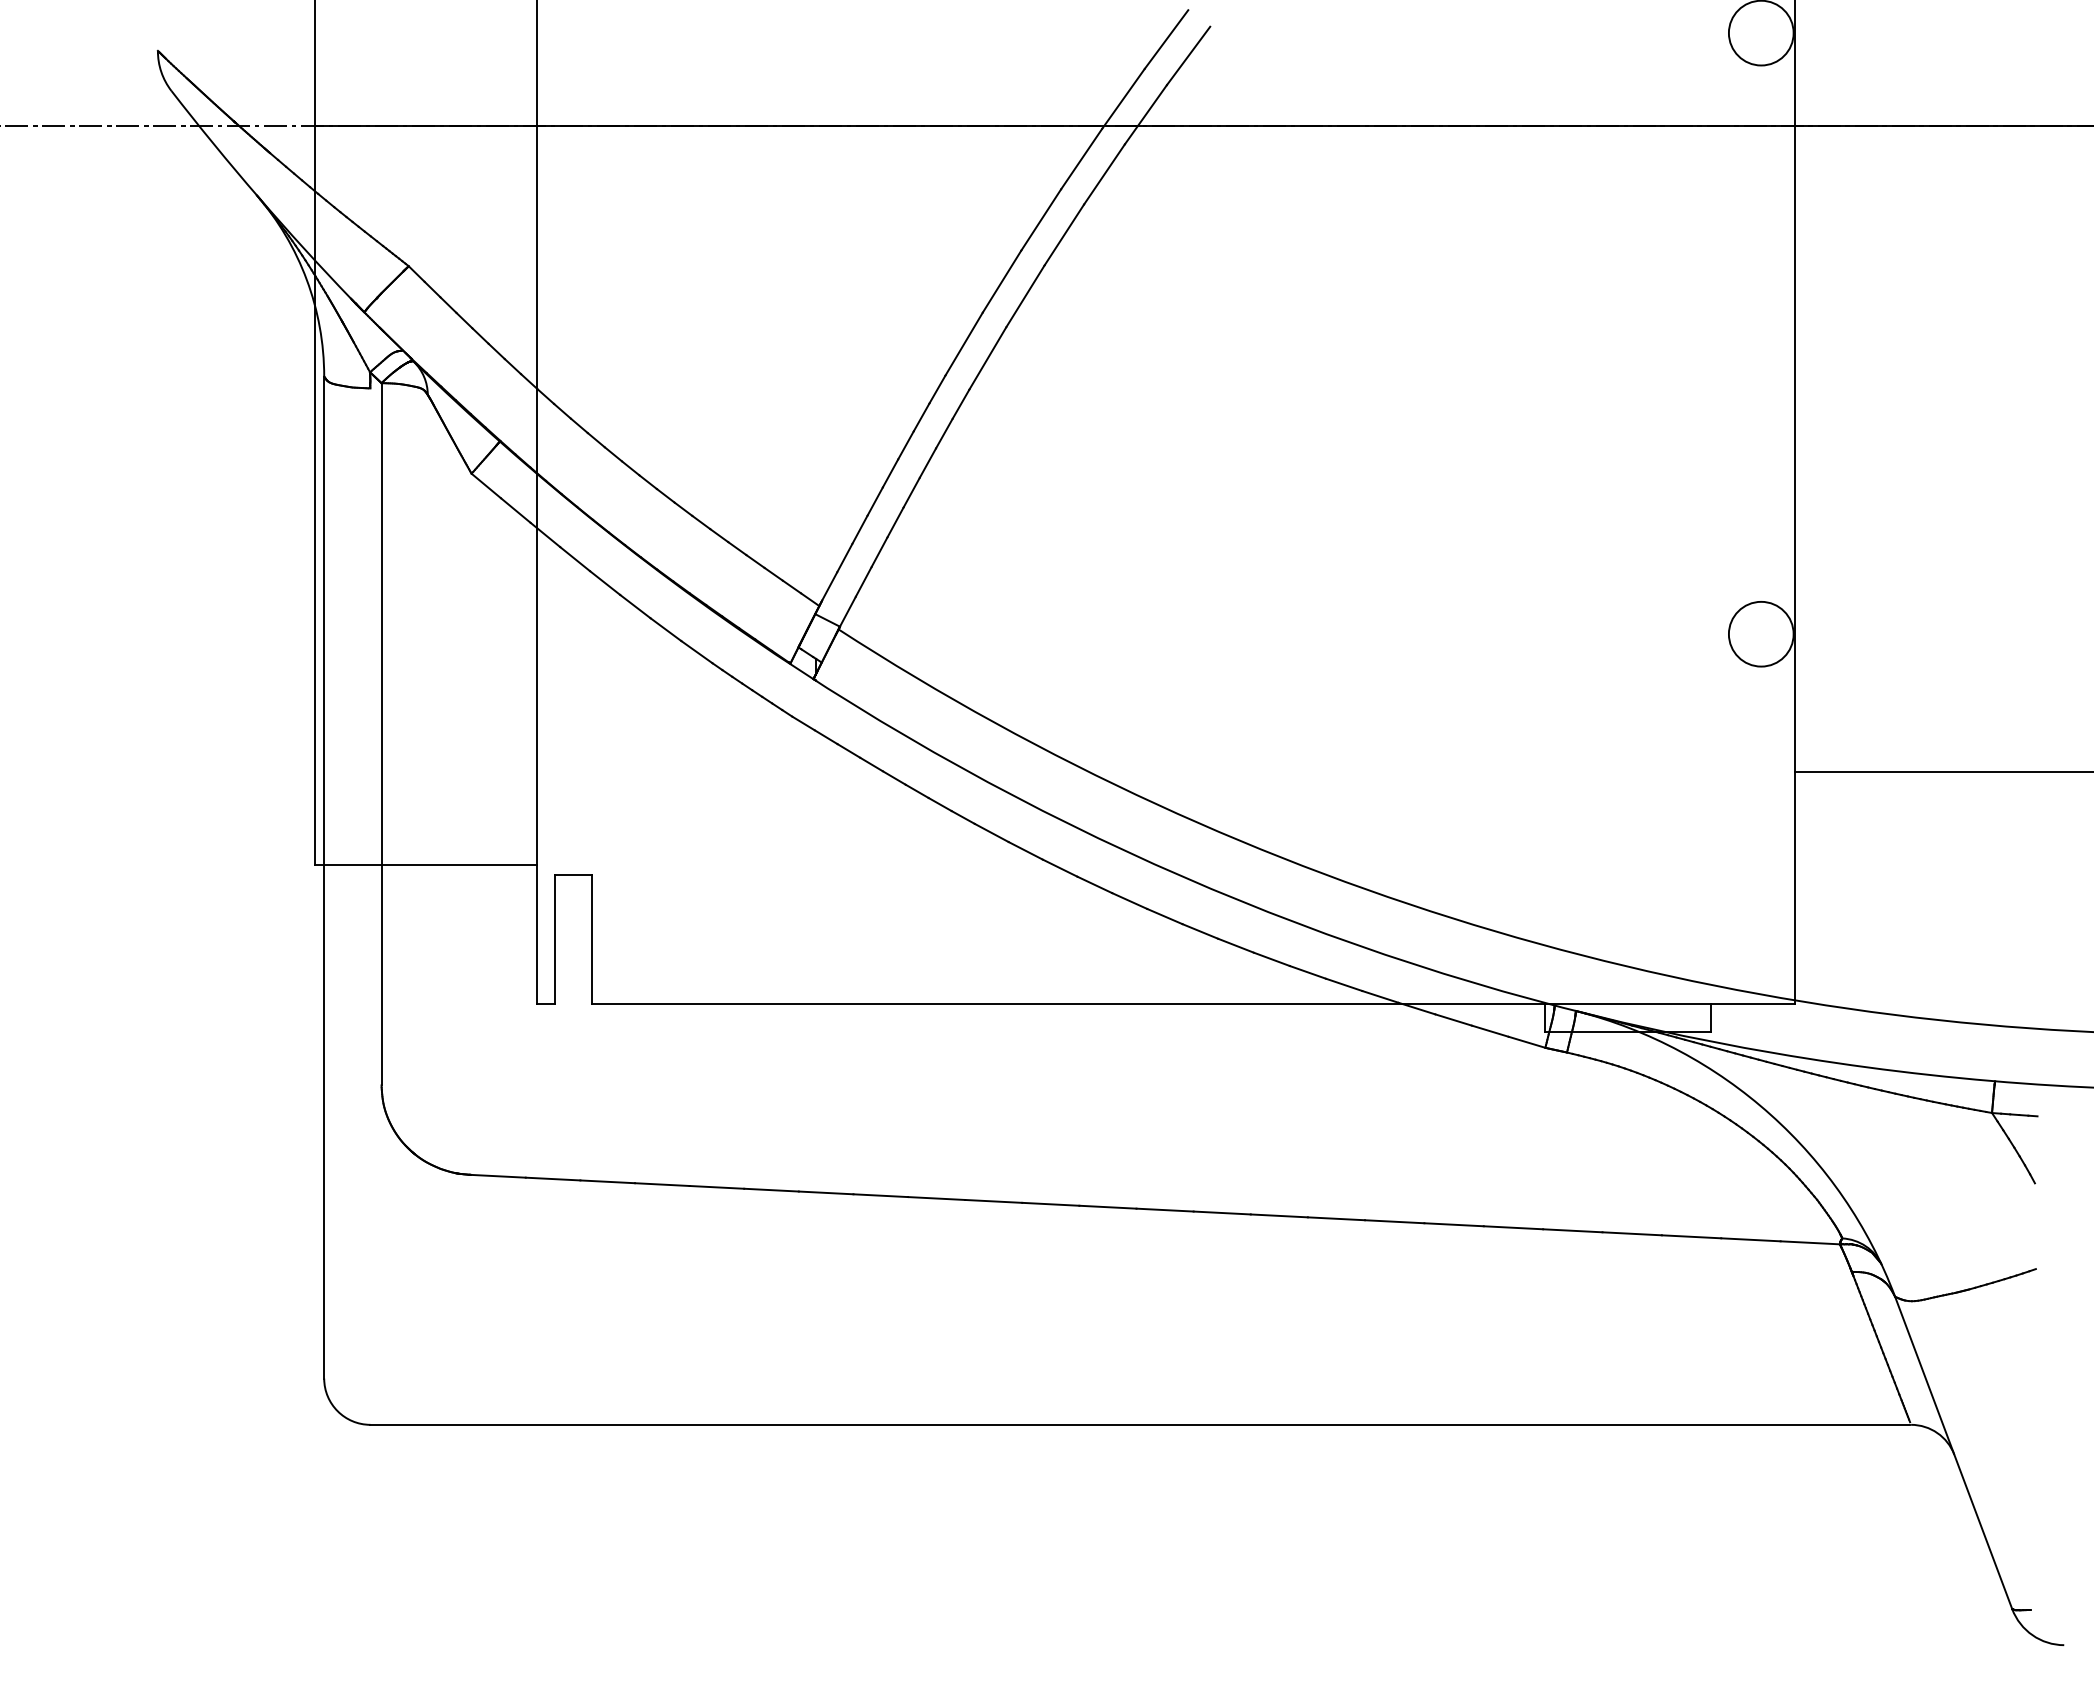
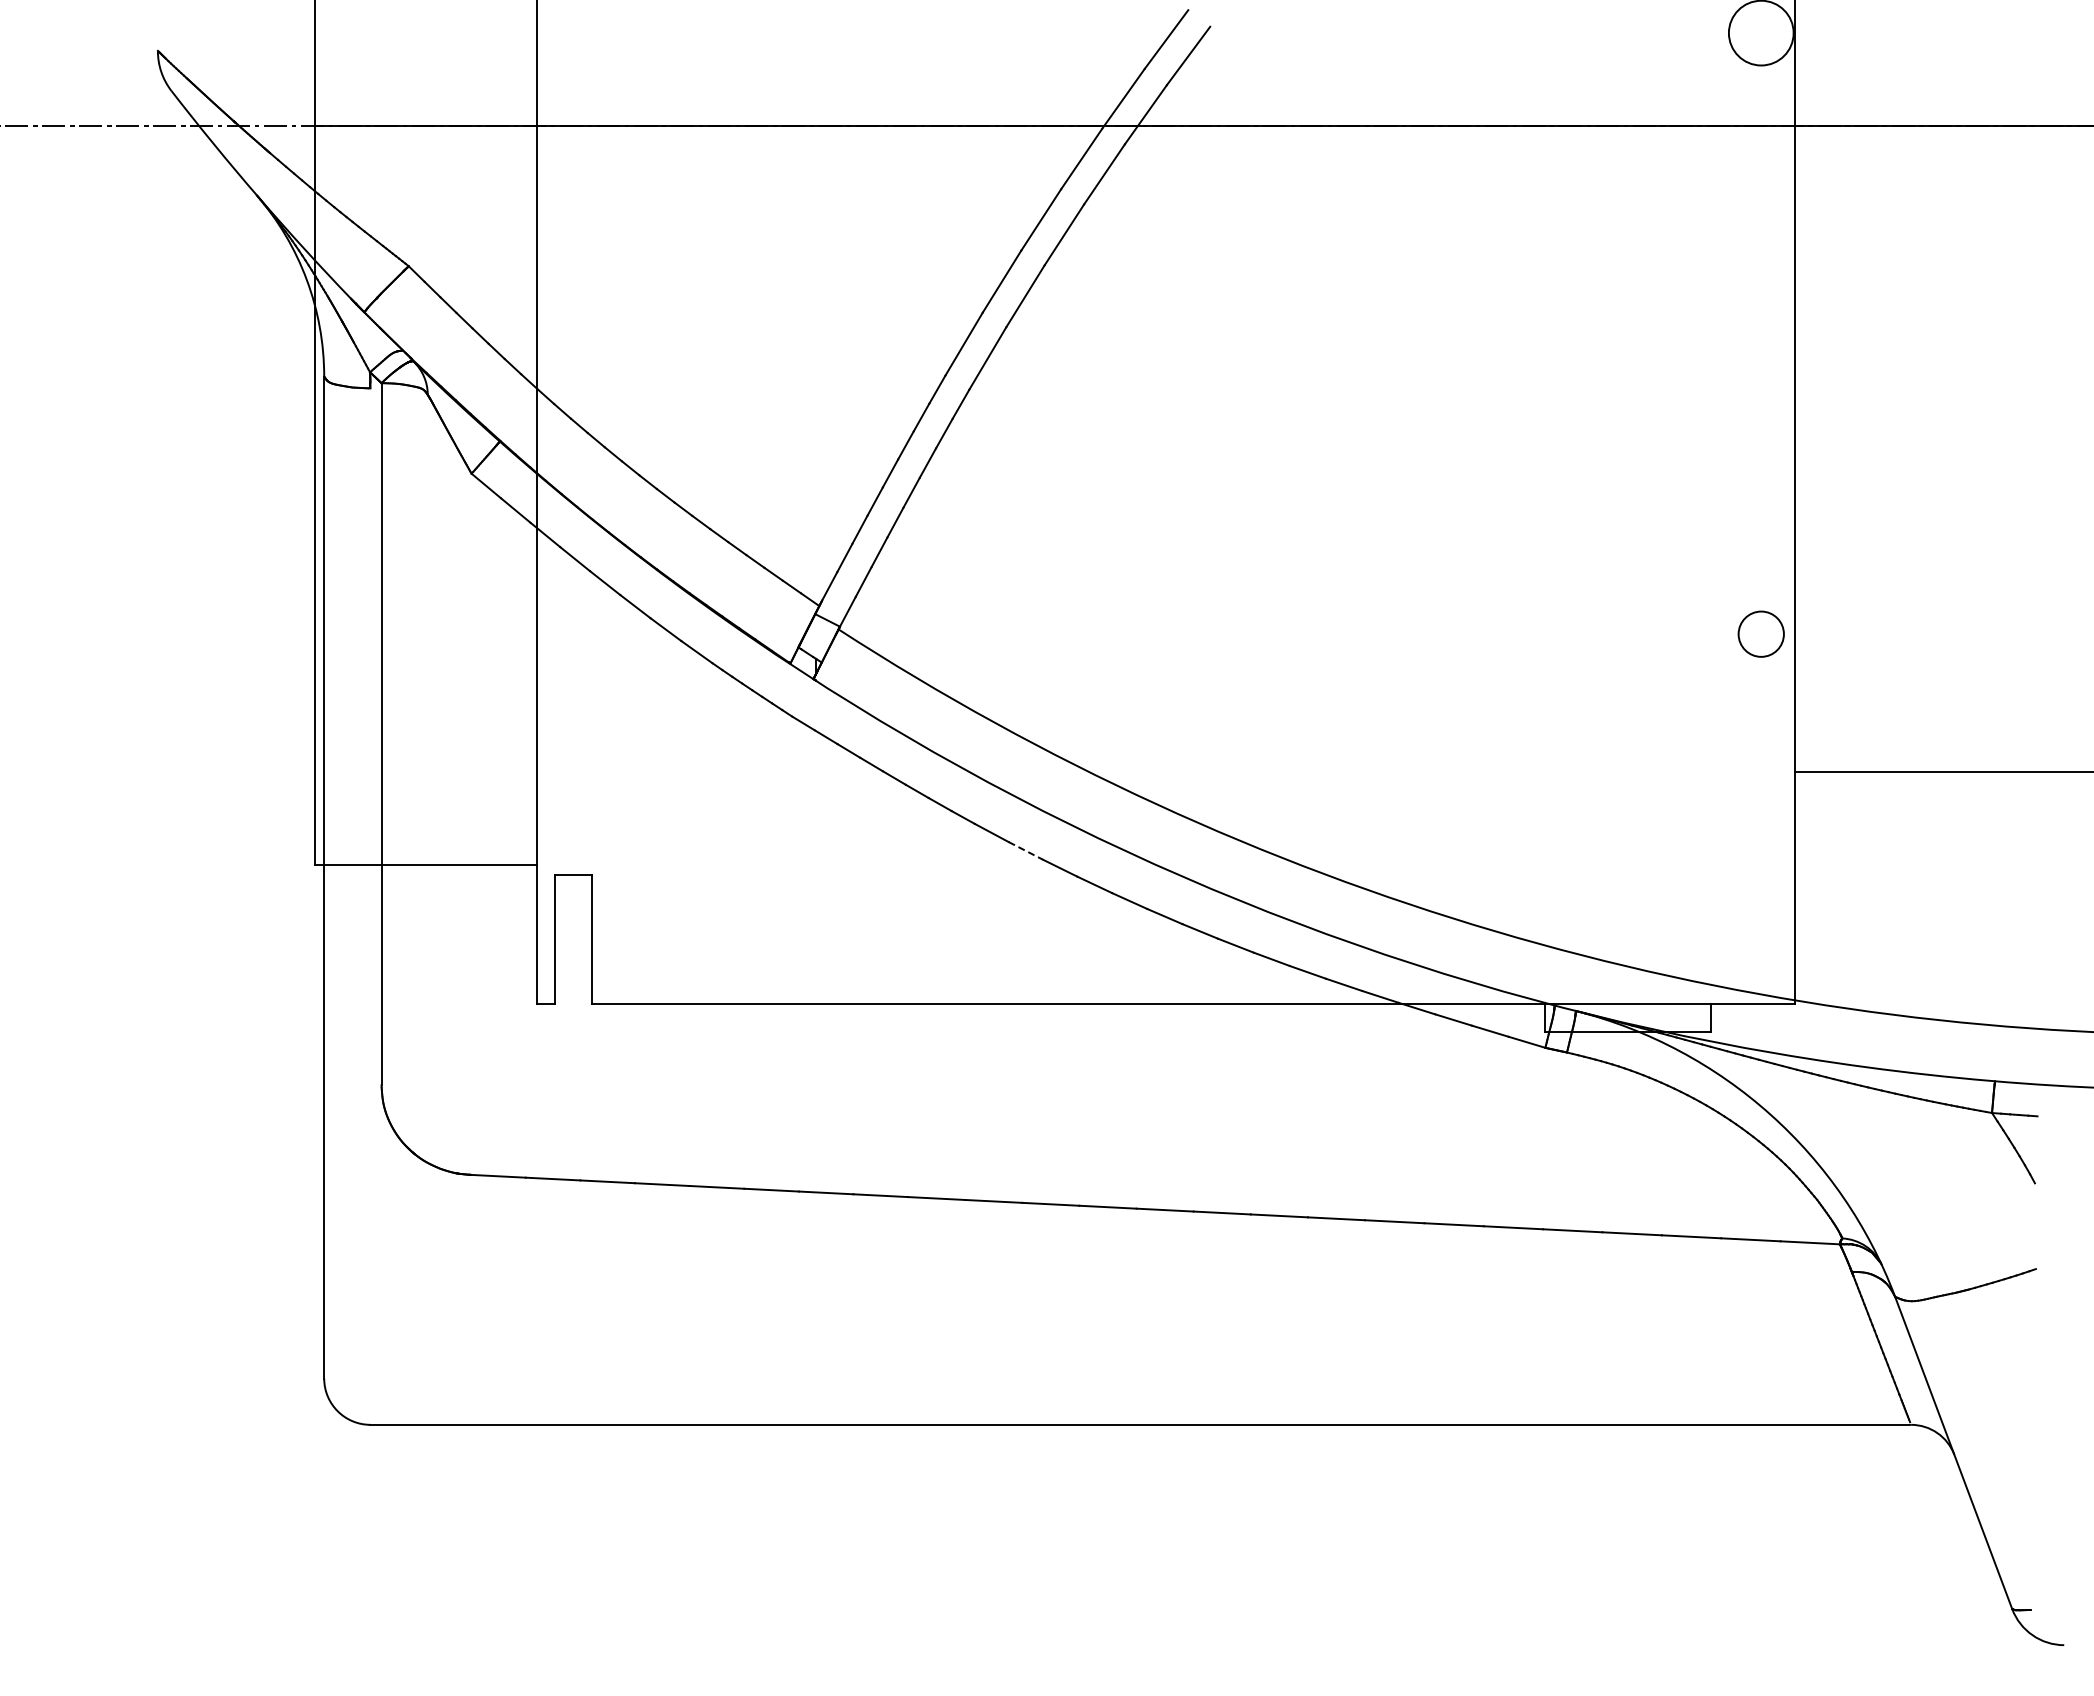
circle at (1760, 633) diameter: 65 px -> 45 px
line at (1026, 851): solid -> dashed
